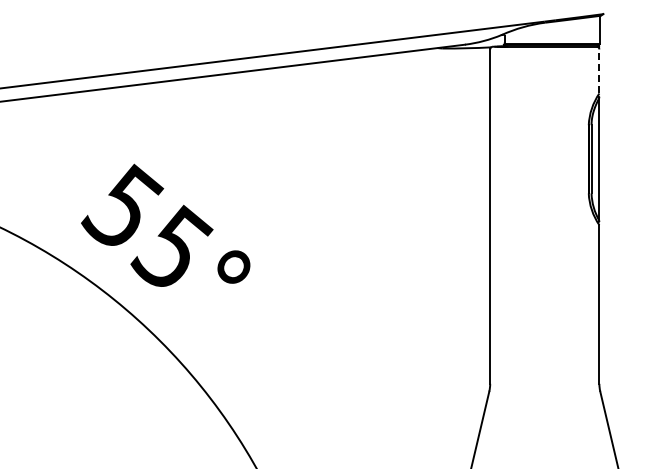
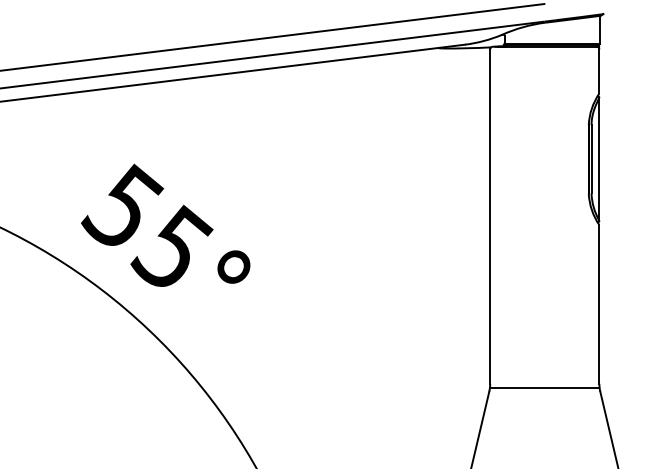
line at (273, 37): none -> present
line at (599, 70): dashed -> solid
line at (544, 387): none -> present
